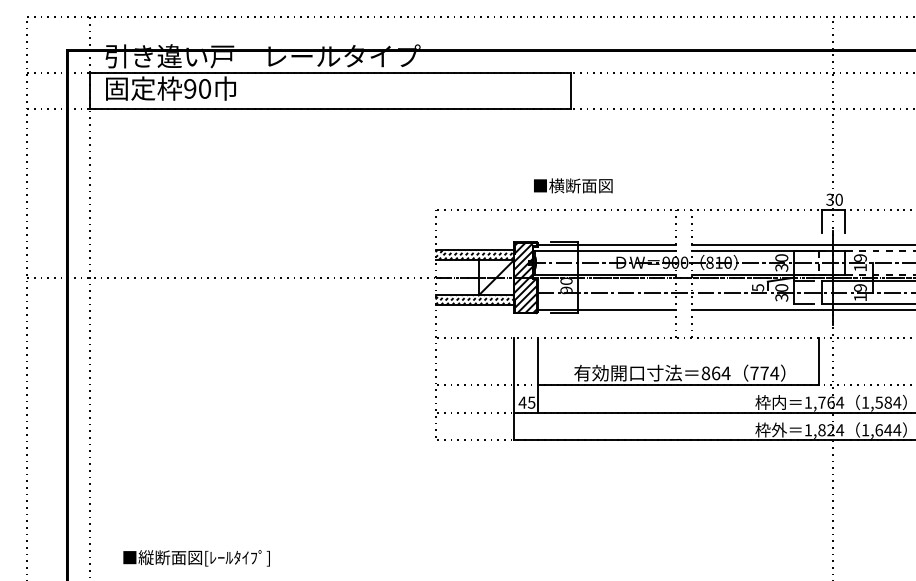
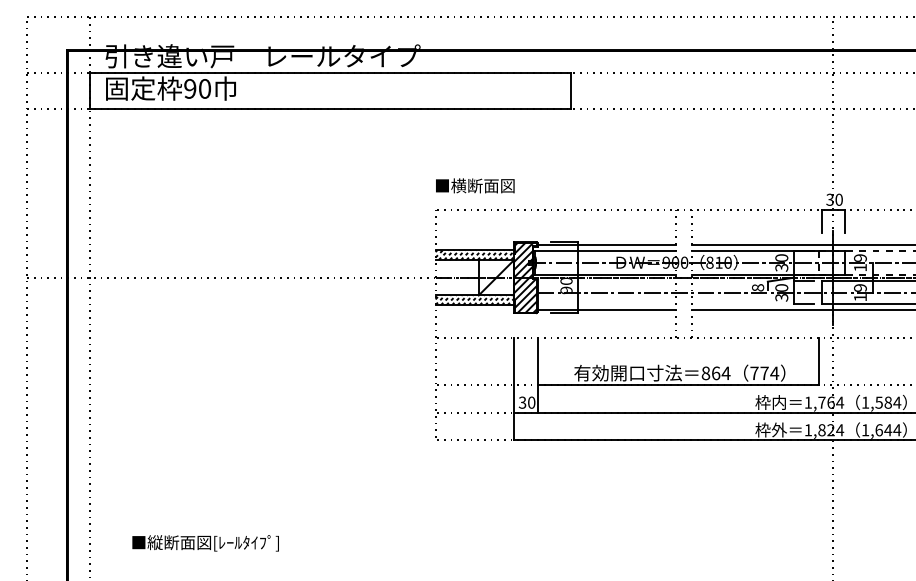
text at (573, 185) position: (573, 185) -> (475, 185)
text at (758, 287): 5 -> 8
text at (526, 402): 45 -> 30
text at (196, 558) position: (196, 558) -> (205, 543)
